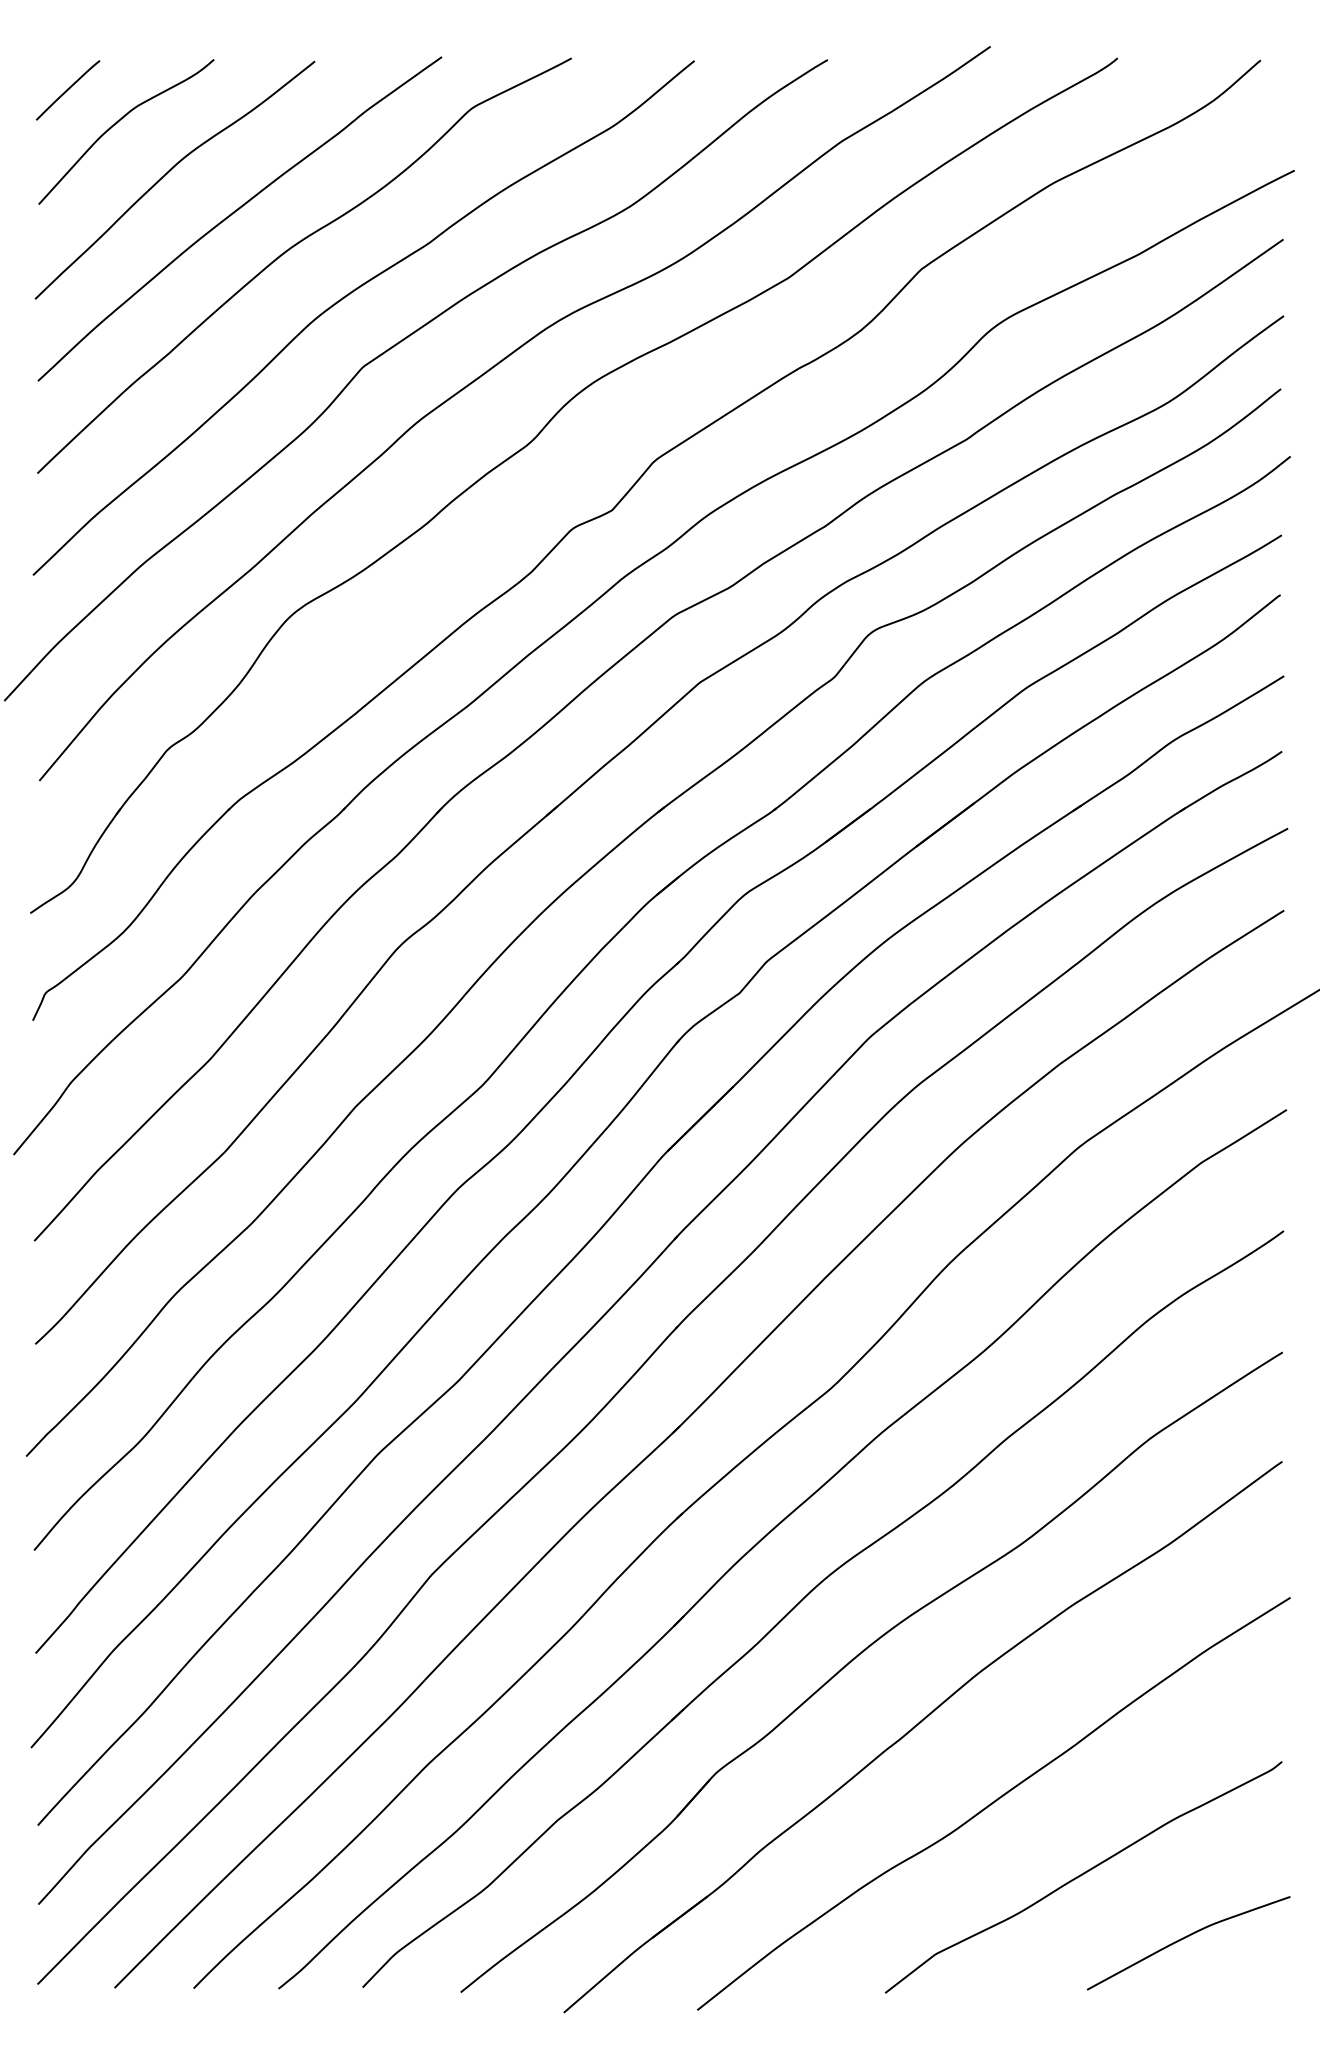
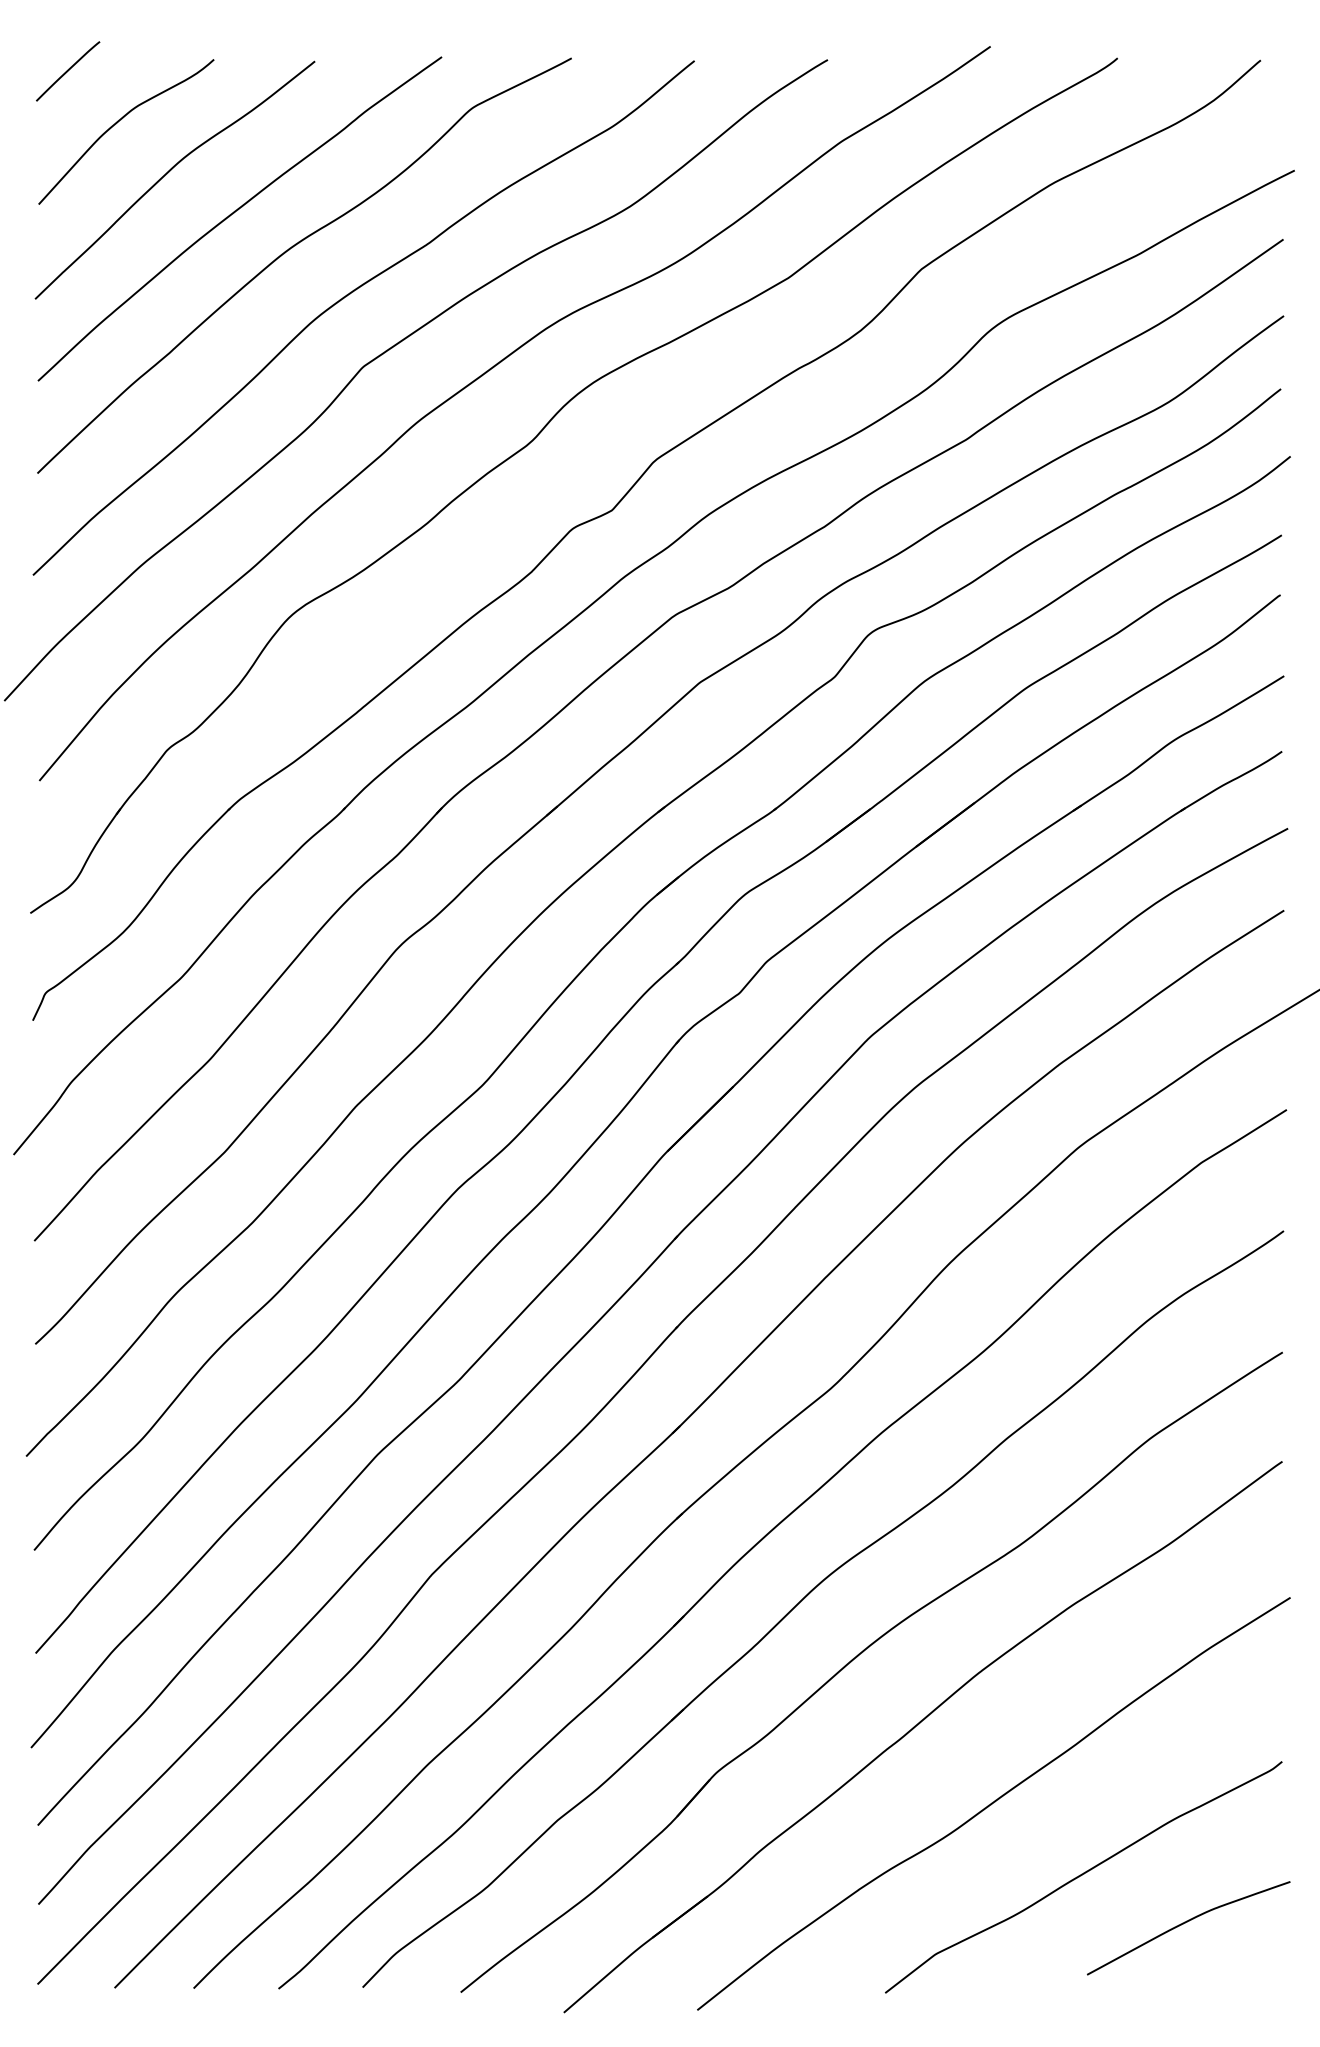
line at (68, 90) position: (68, 90) -> (68, 71)
curve at (1185, 1938) position: (1185, 1938) -> (1185, 1923)
